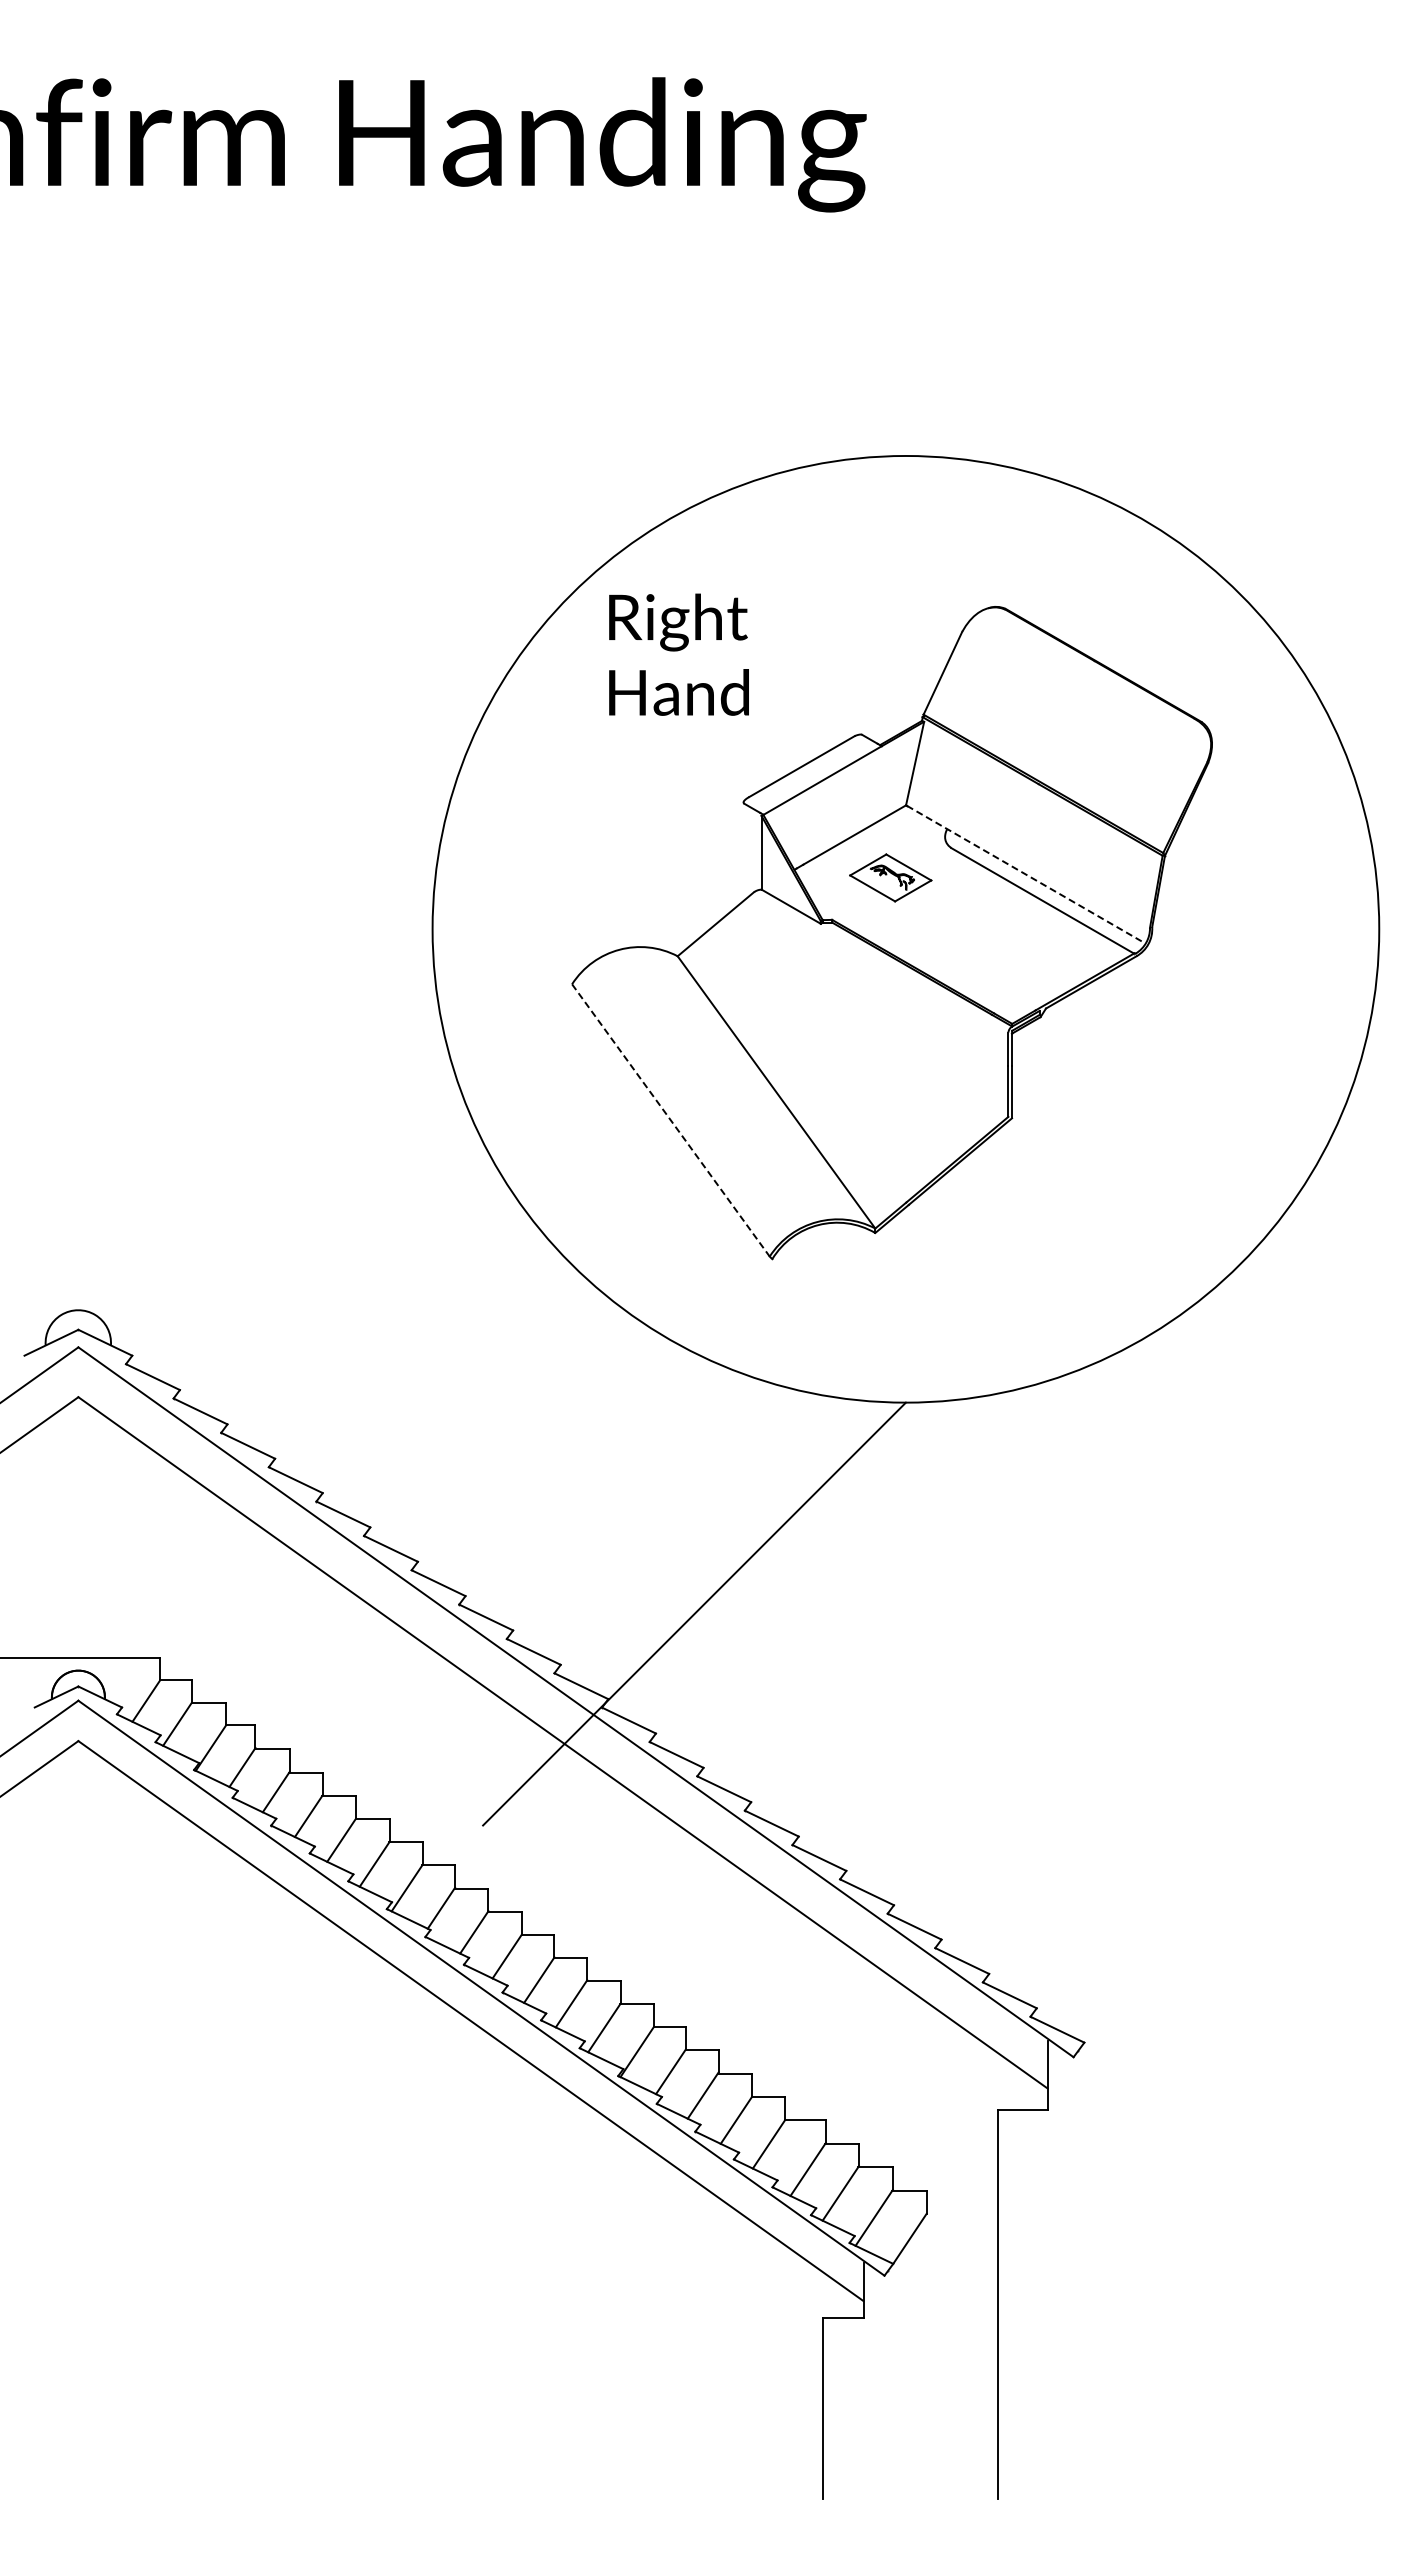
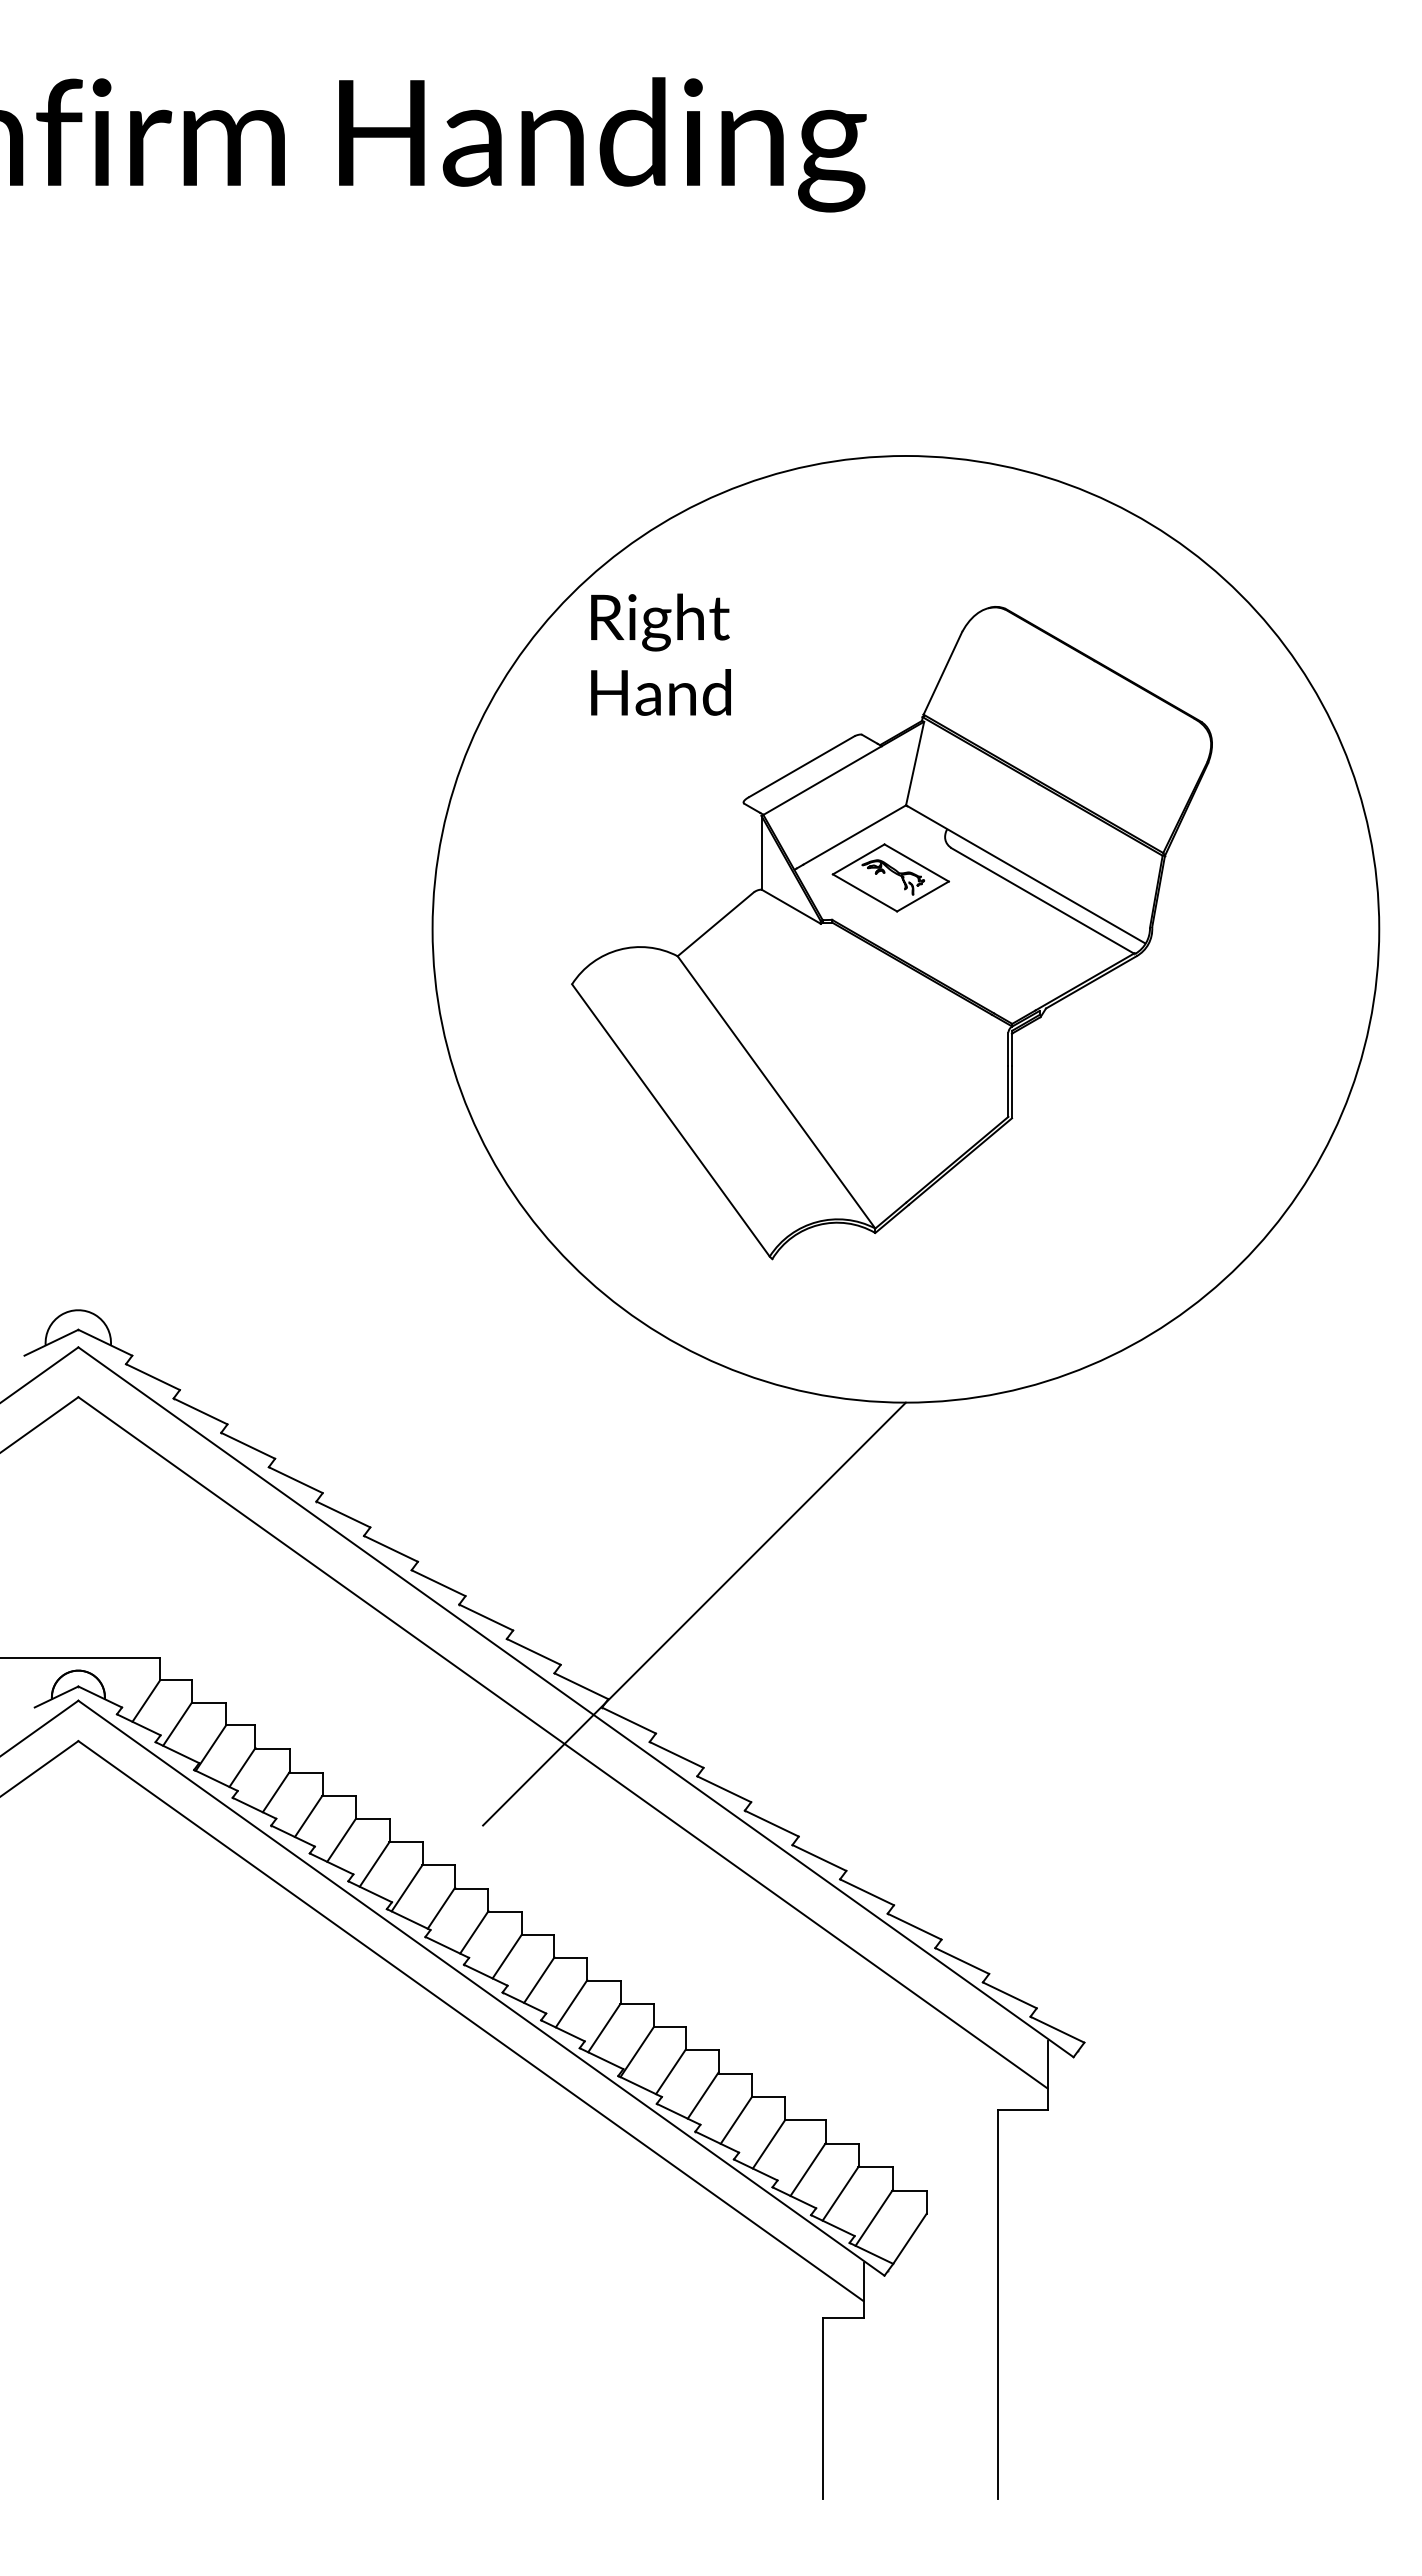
text at (678, 654) position: (678, 654) -> (660, 654)
line at (1026, 874): dashed -> solid
part at (890, 877) size: 84x50 px -> 119x70 px
line at (671, 1120): dashed -> solid
